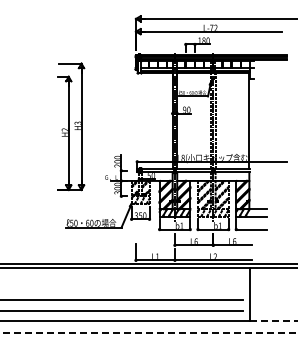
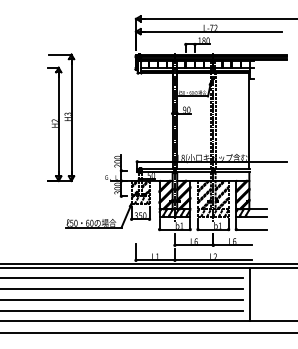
part at (71, 126) position: (71, 126) -> (61, 117)
line at (122, 278): none -> present
line at (122, 289): none -> present
line at (274, 321): dashed -> solid
line at (149, 332): dashed -> solid
